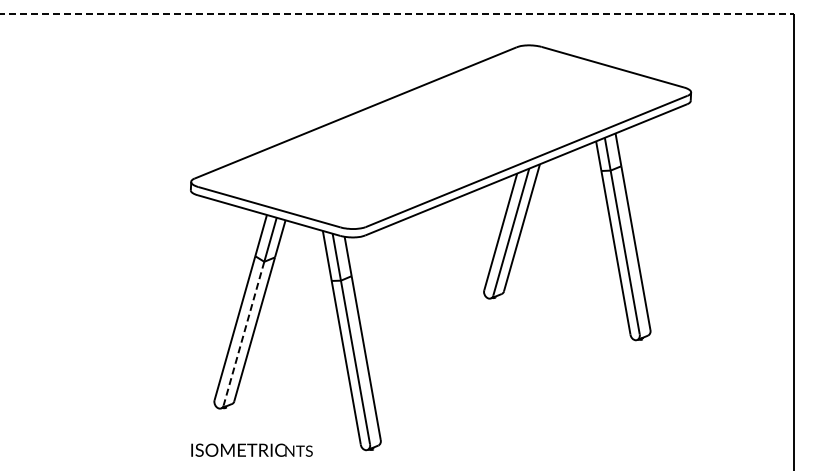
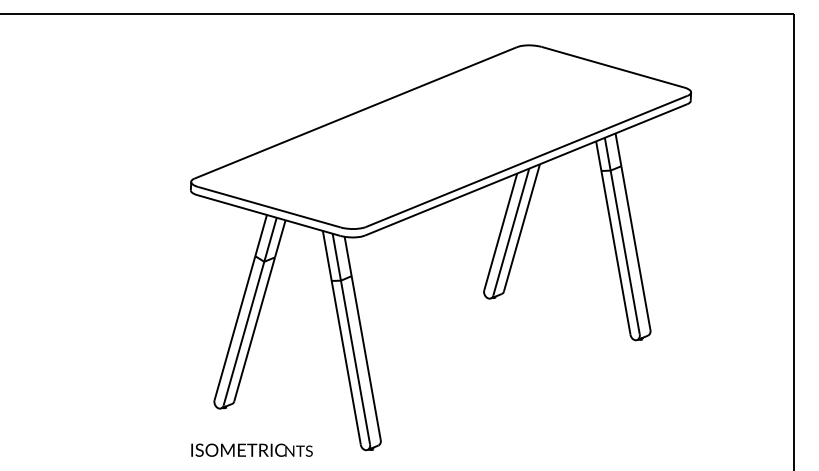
line at (397, 14): dashed -> solid
line at (243, 333): dashed -> solid
